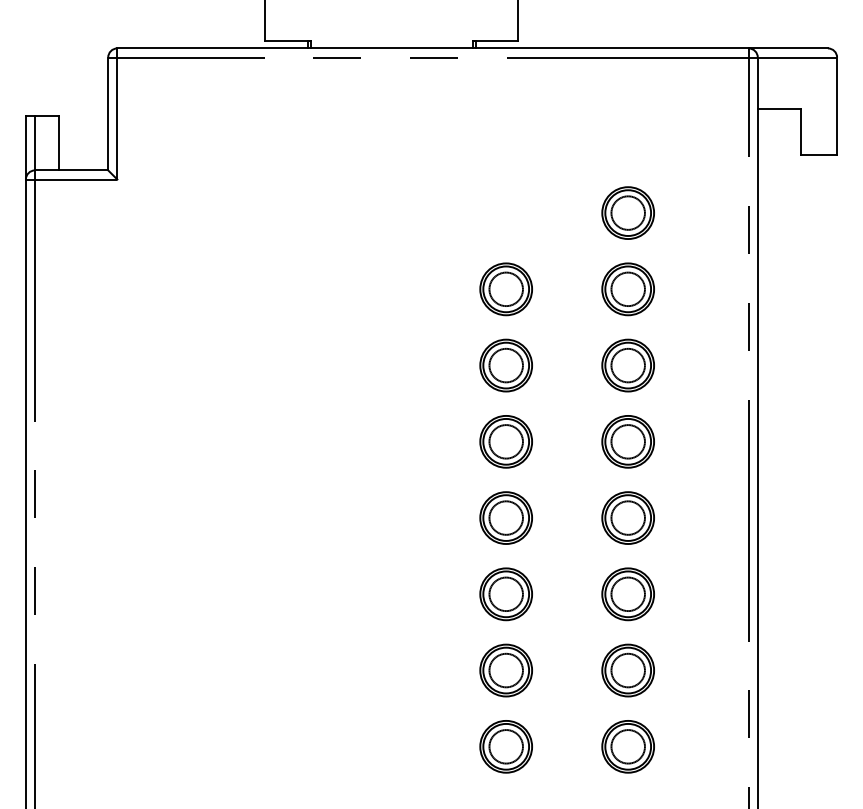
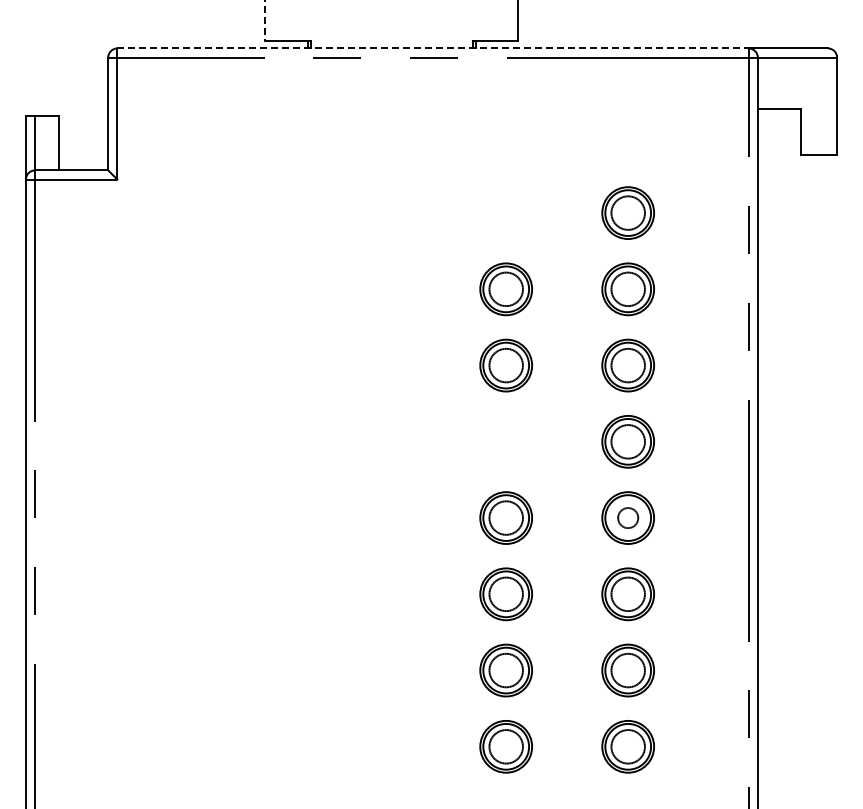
line at (265, 20): solid -> dashed
line at (433, 48): solid -> dashed
part at (505, 441): present -> none
circle at (627, 517) diameter: 34 px -> 20 px
